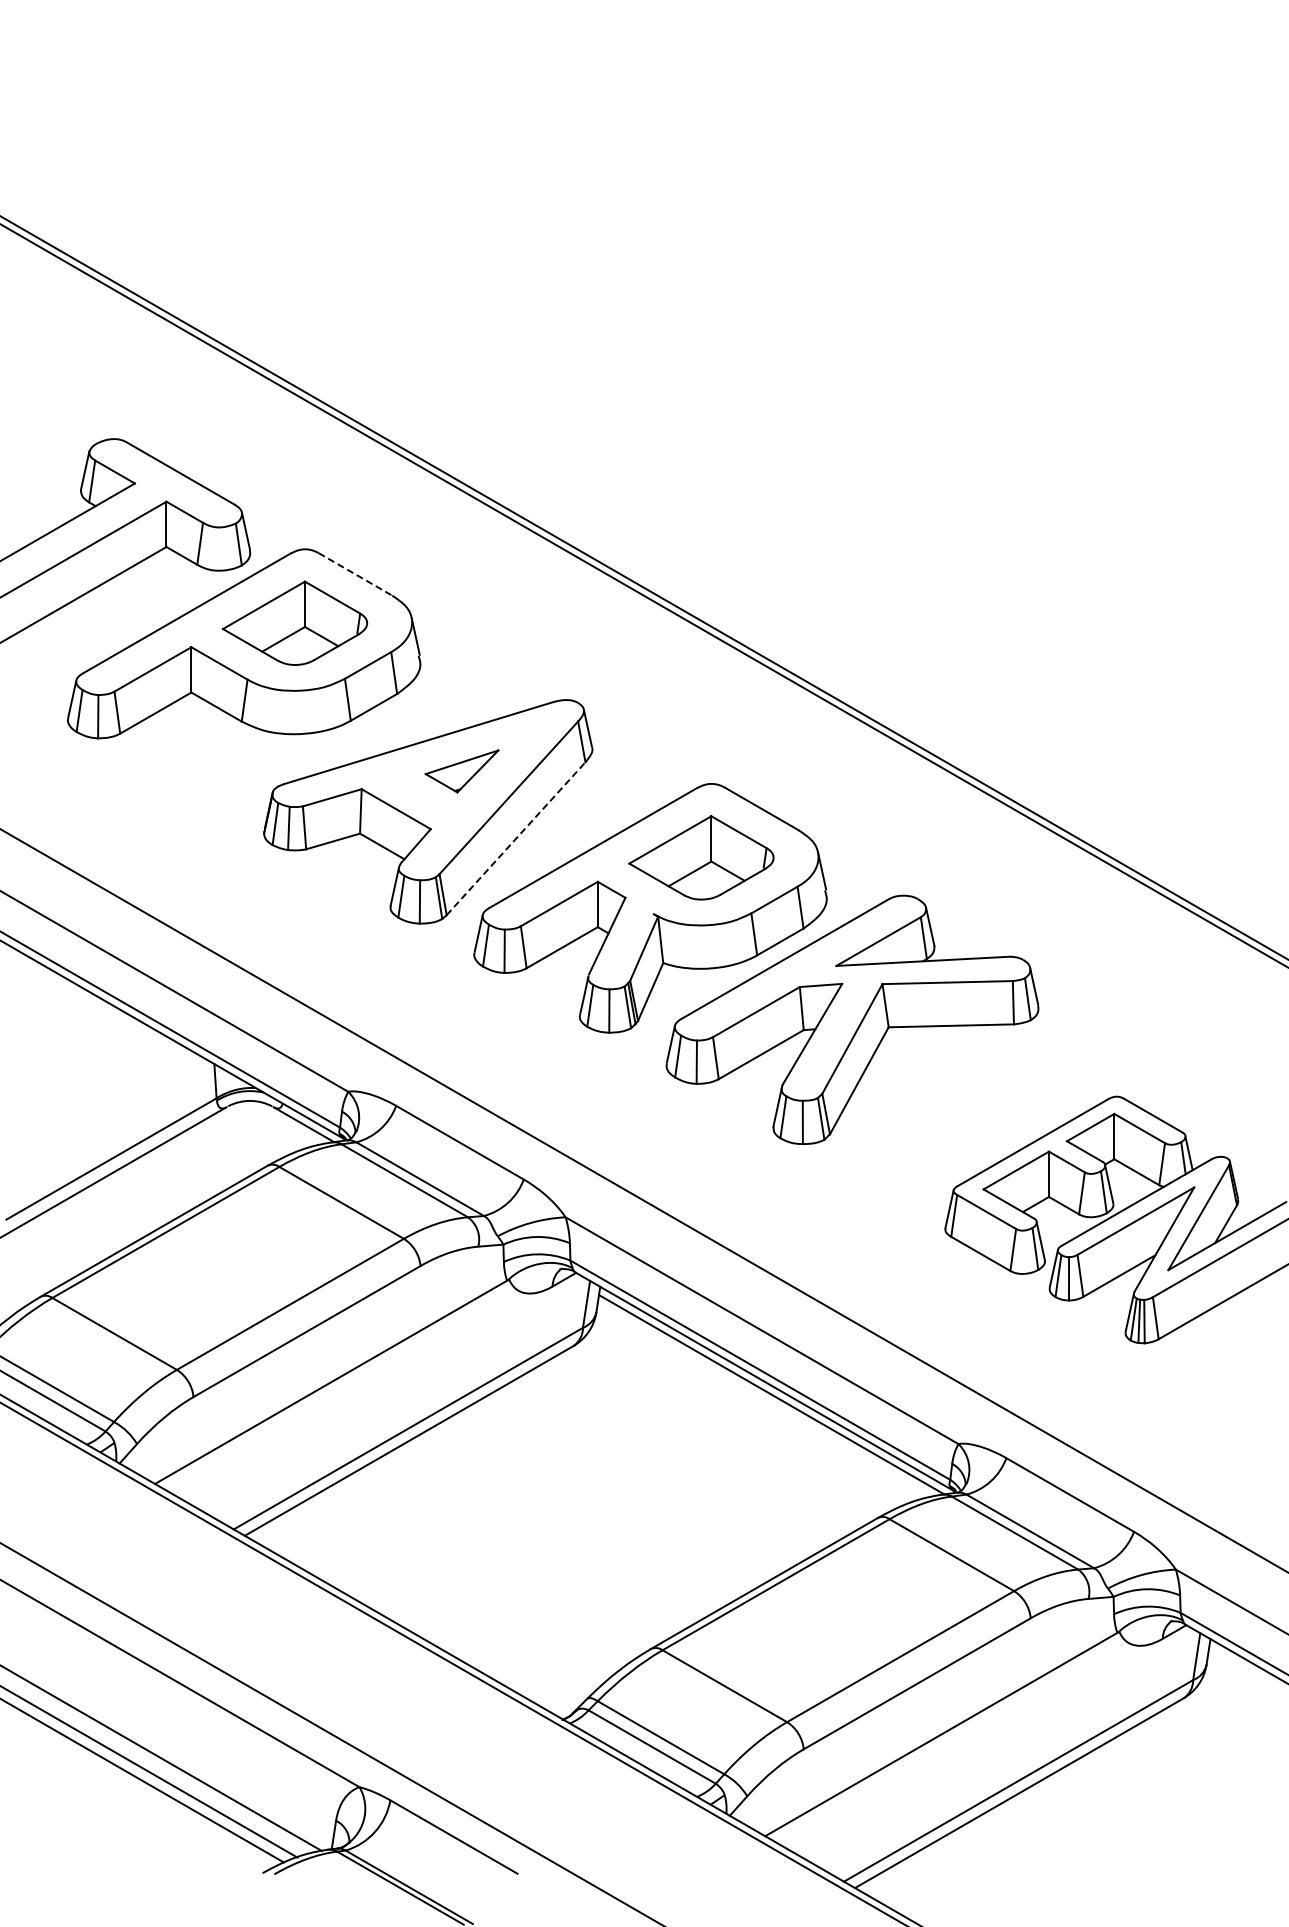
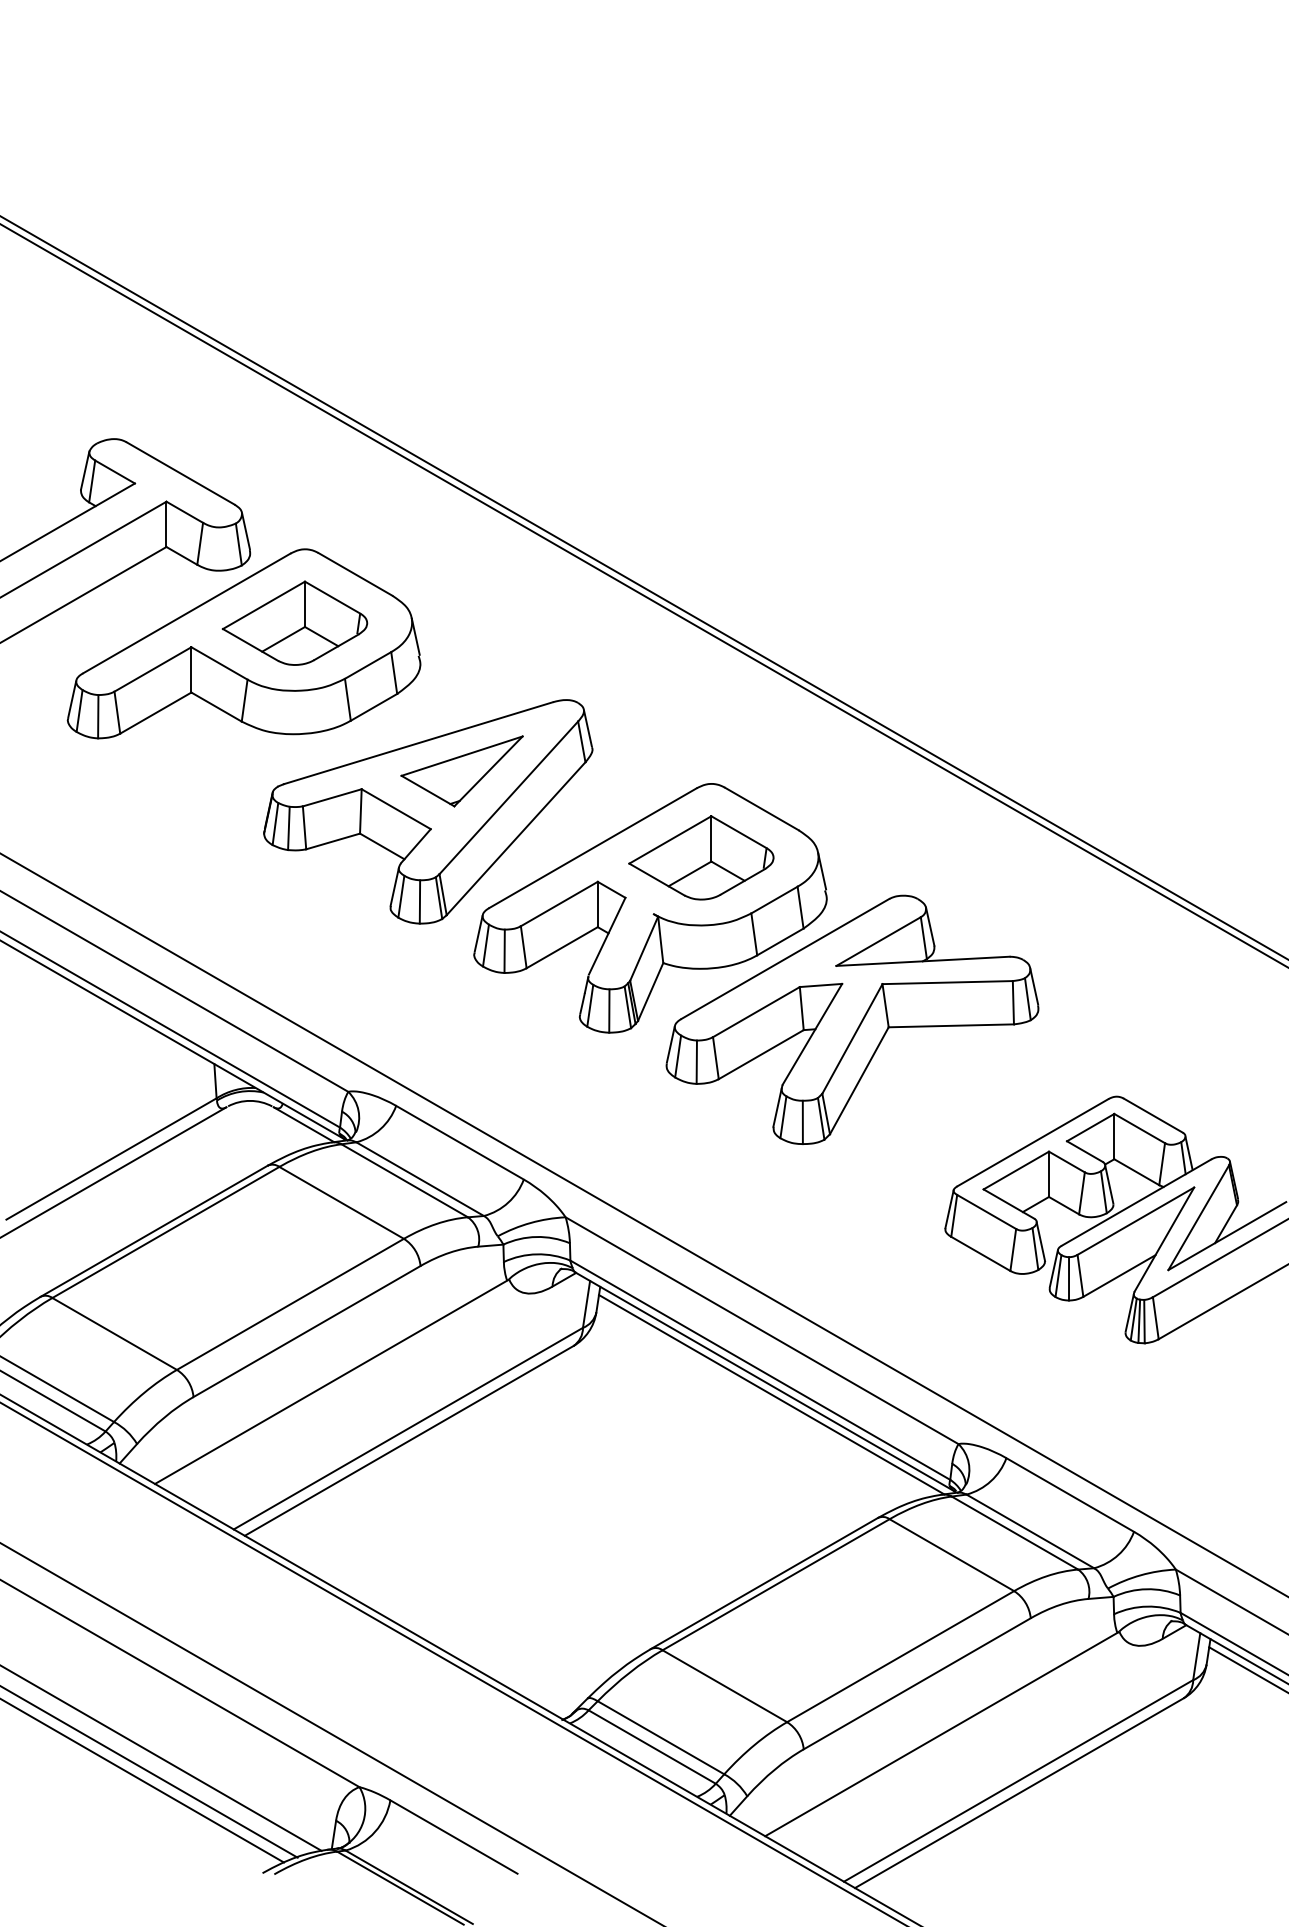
line at (355, 574): dashed -> solid
part at (461, 771) size: 76x45 px -> 124x73 px
line at (516, 838): dashed -> solid
line at (643, 1200) position: (643, 1200) -> (643, 1224)
line at (1247, 1669): none -> present
